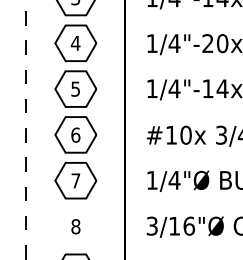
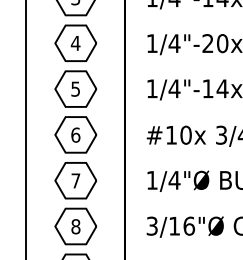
line at (25, 130): dashed -> solid
part at (75, 226): none -> present
